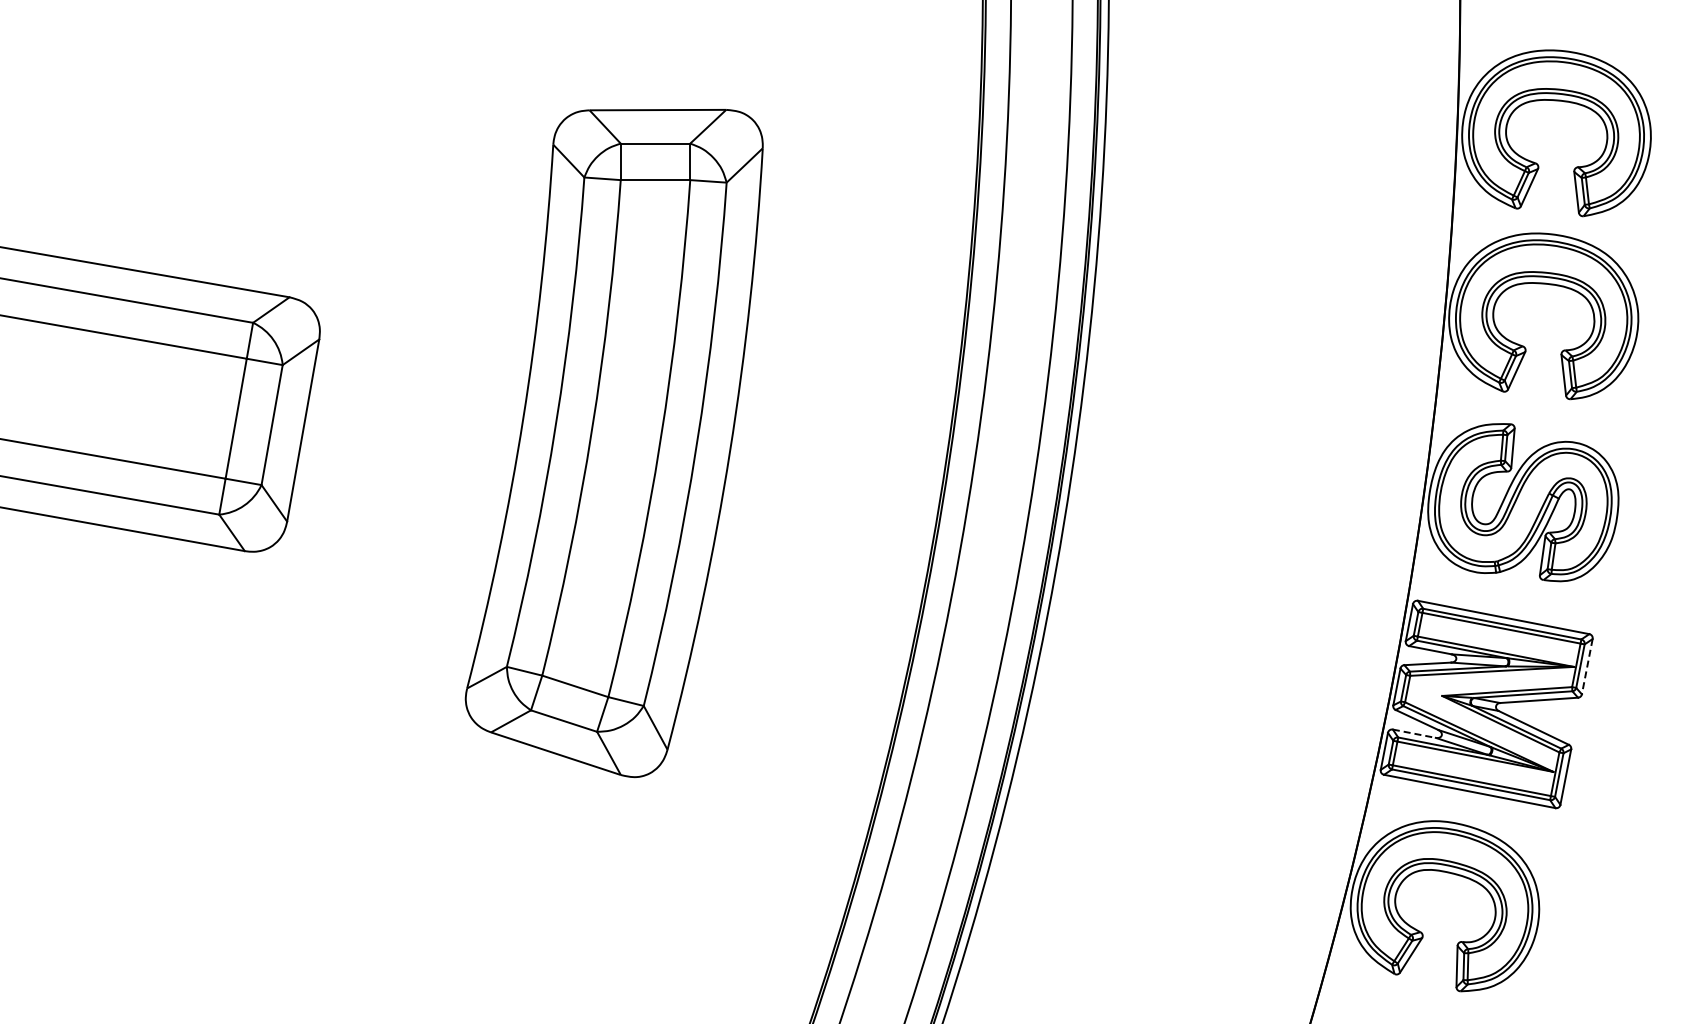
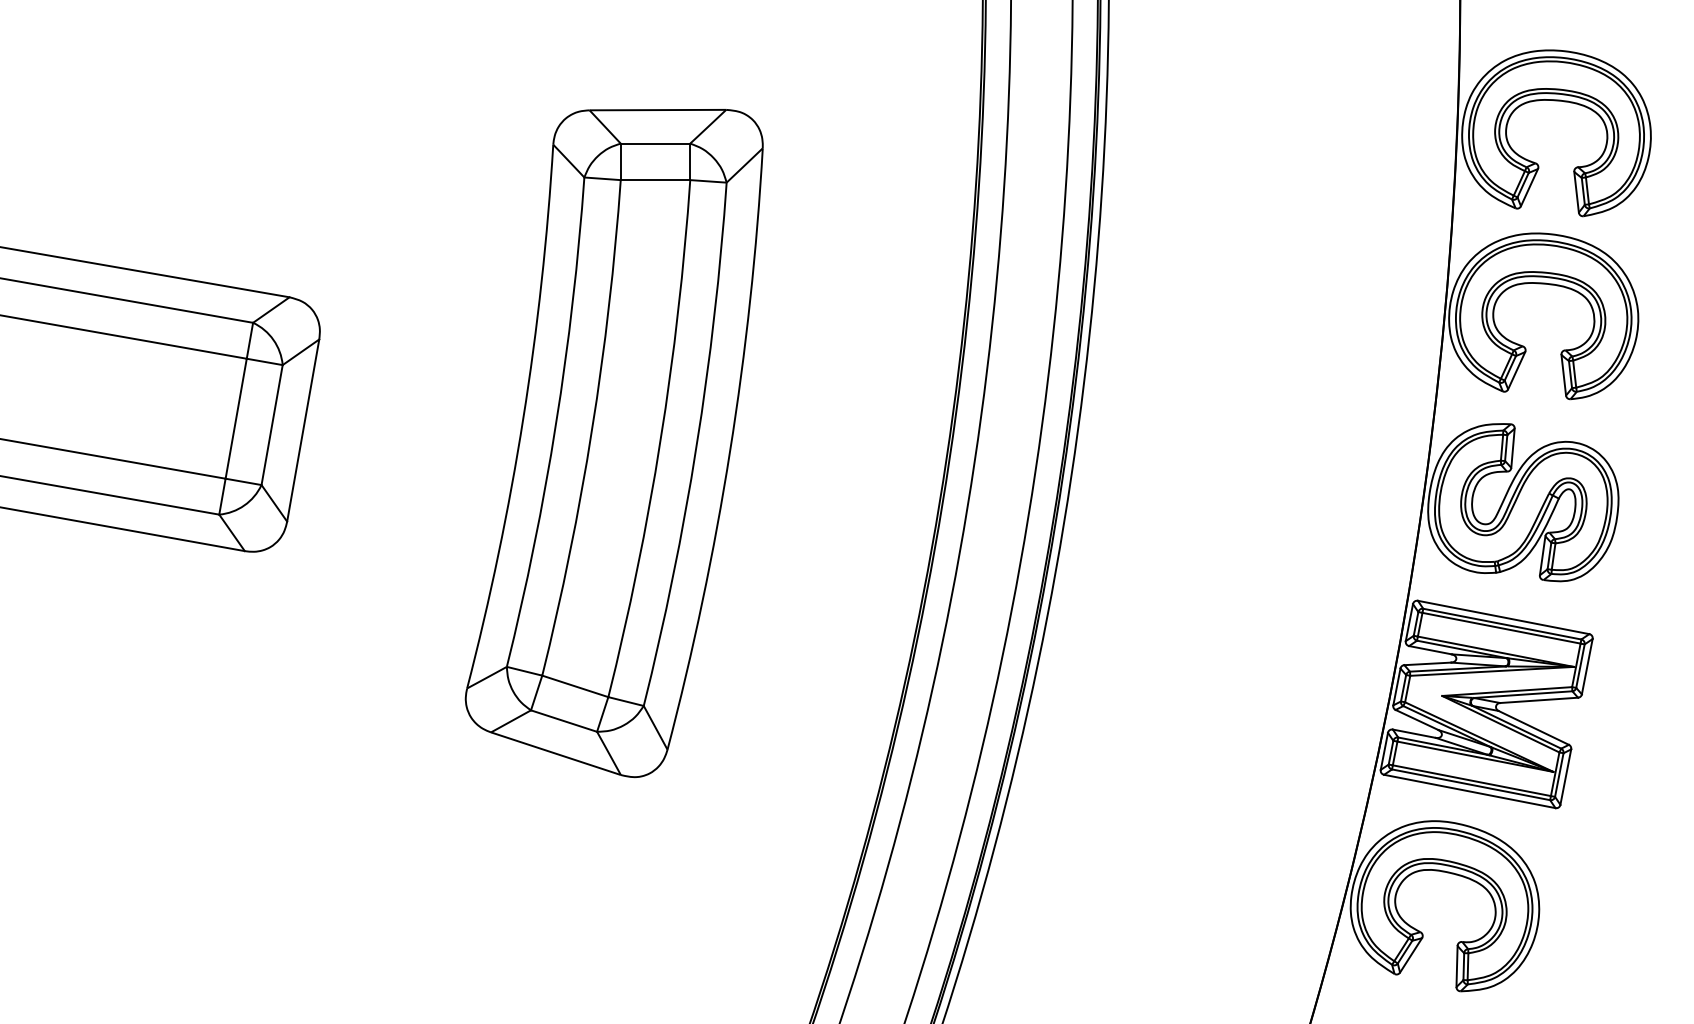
line at (1587, 667): dashed -> solid
line at (1414, 733): dashed -> solid
